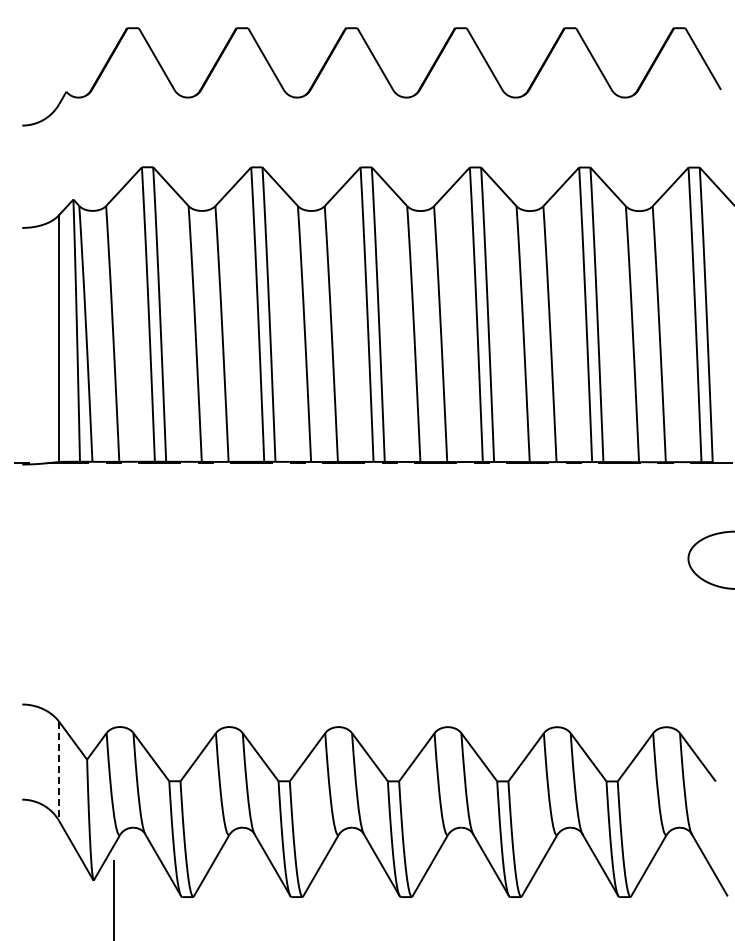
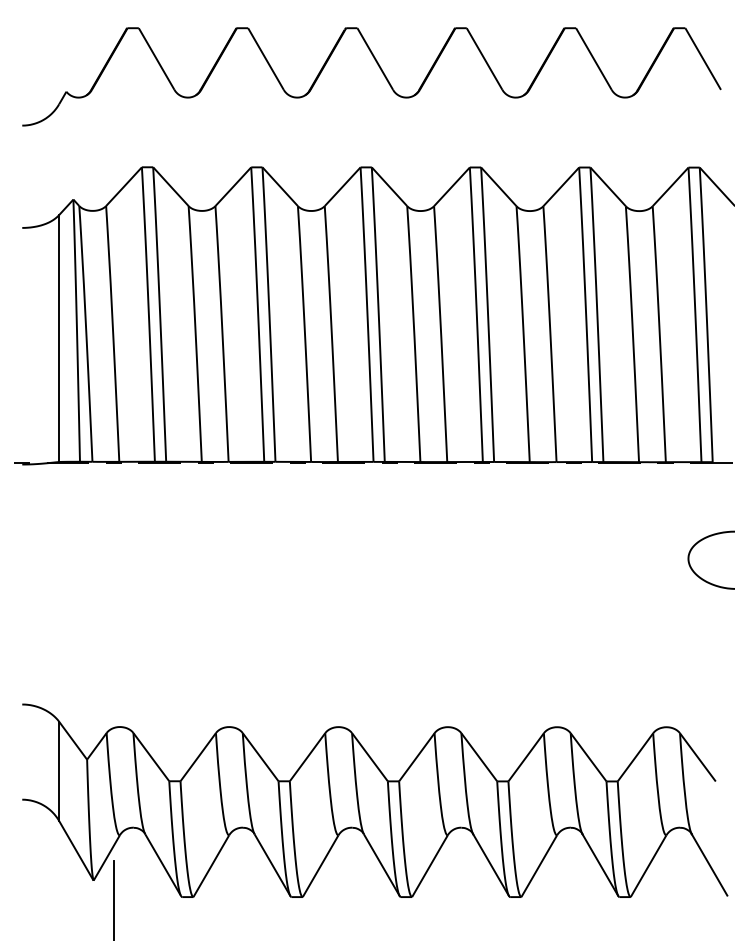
line at (59, 771): dashed -> solid
